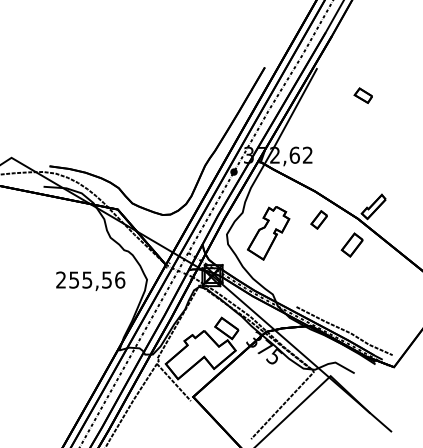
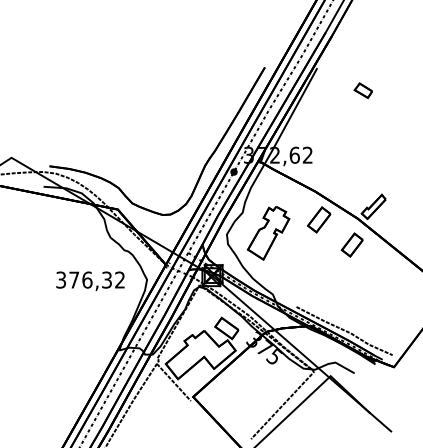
part at (362, 95) position: (362, 95) -> (362, 90)
part at (318, 219) size: 18x20 px -> 25x28 px
text at (90, 279): 255,56 -> 376,32
